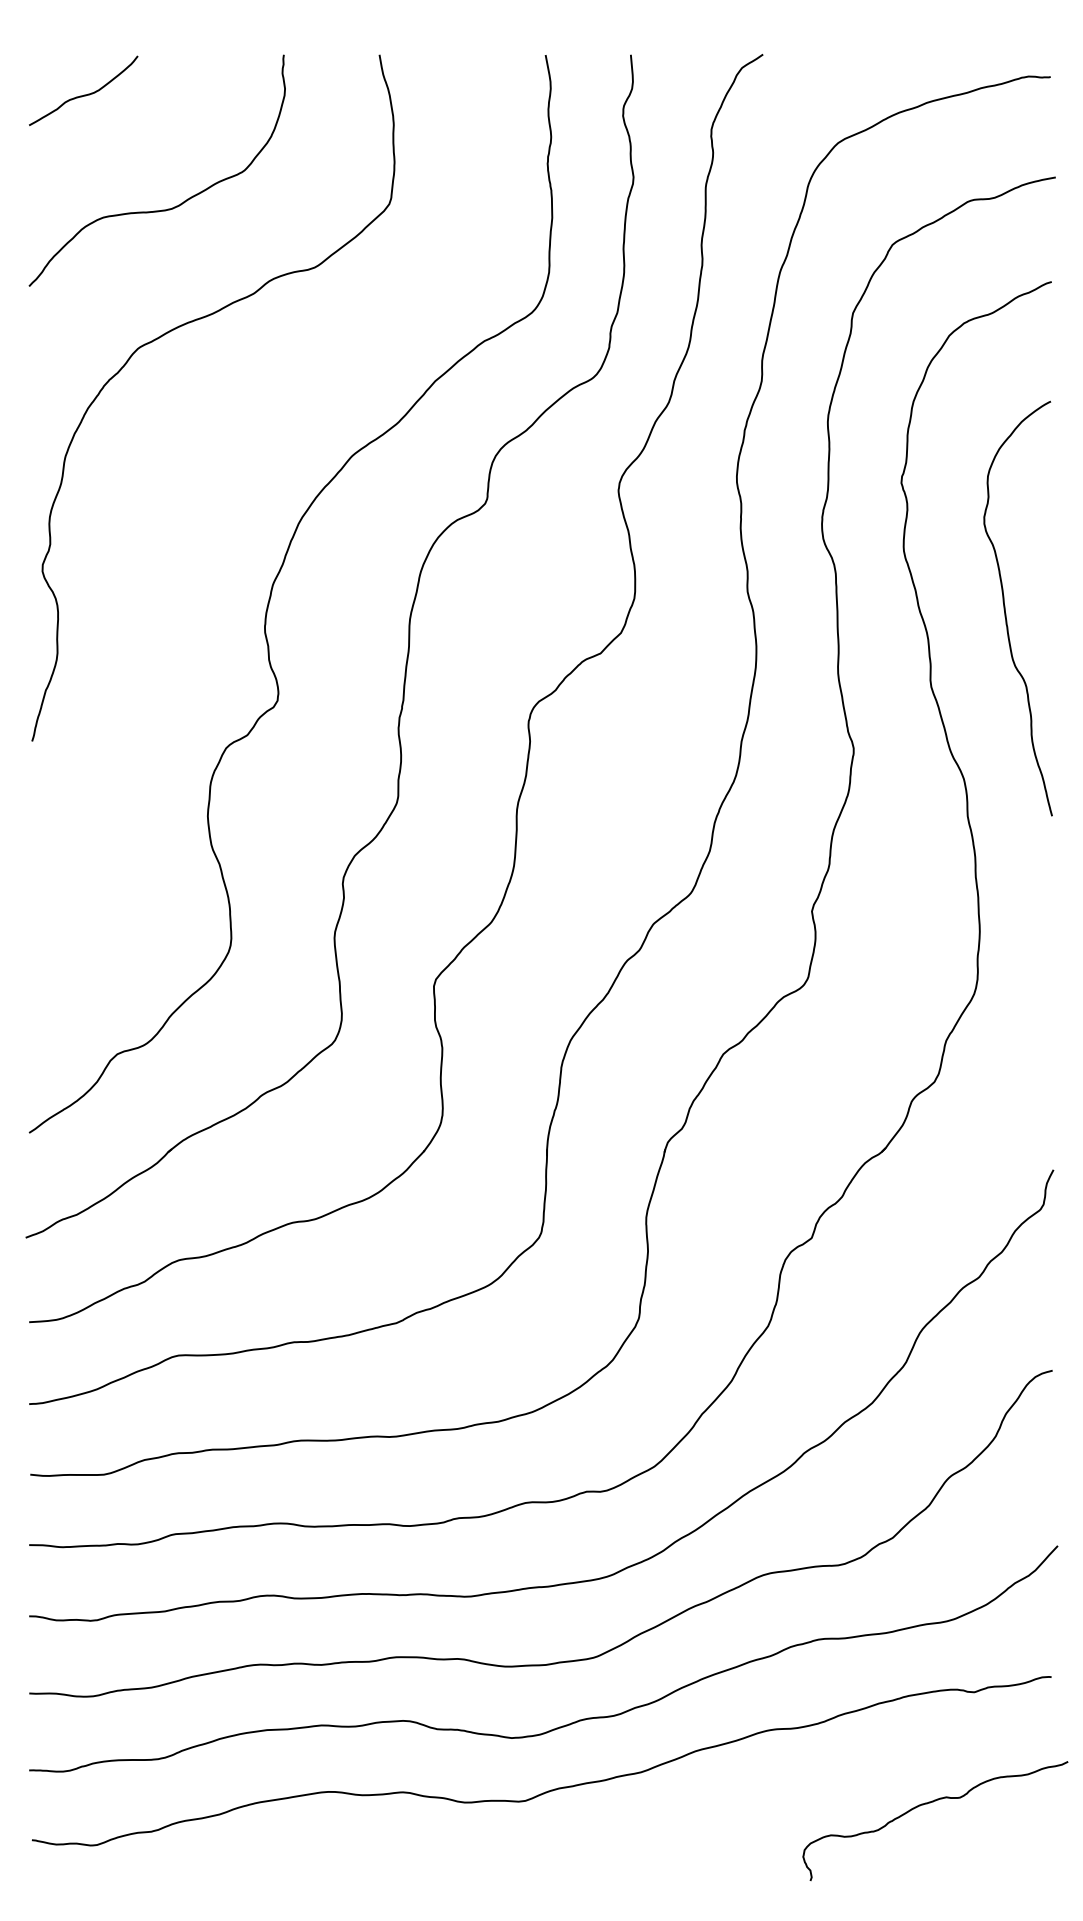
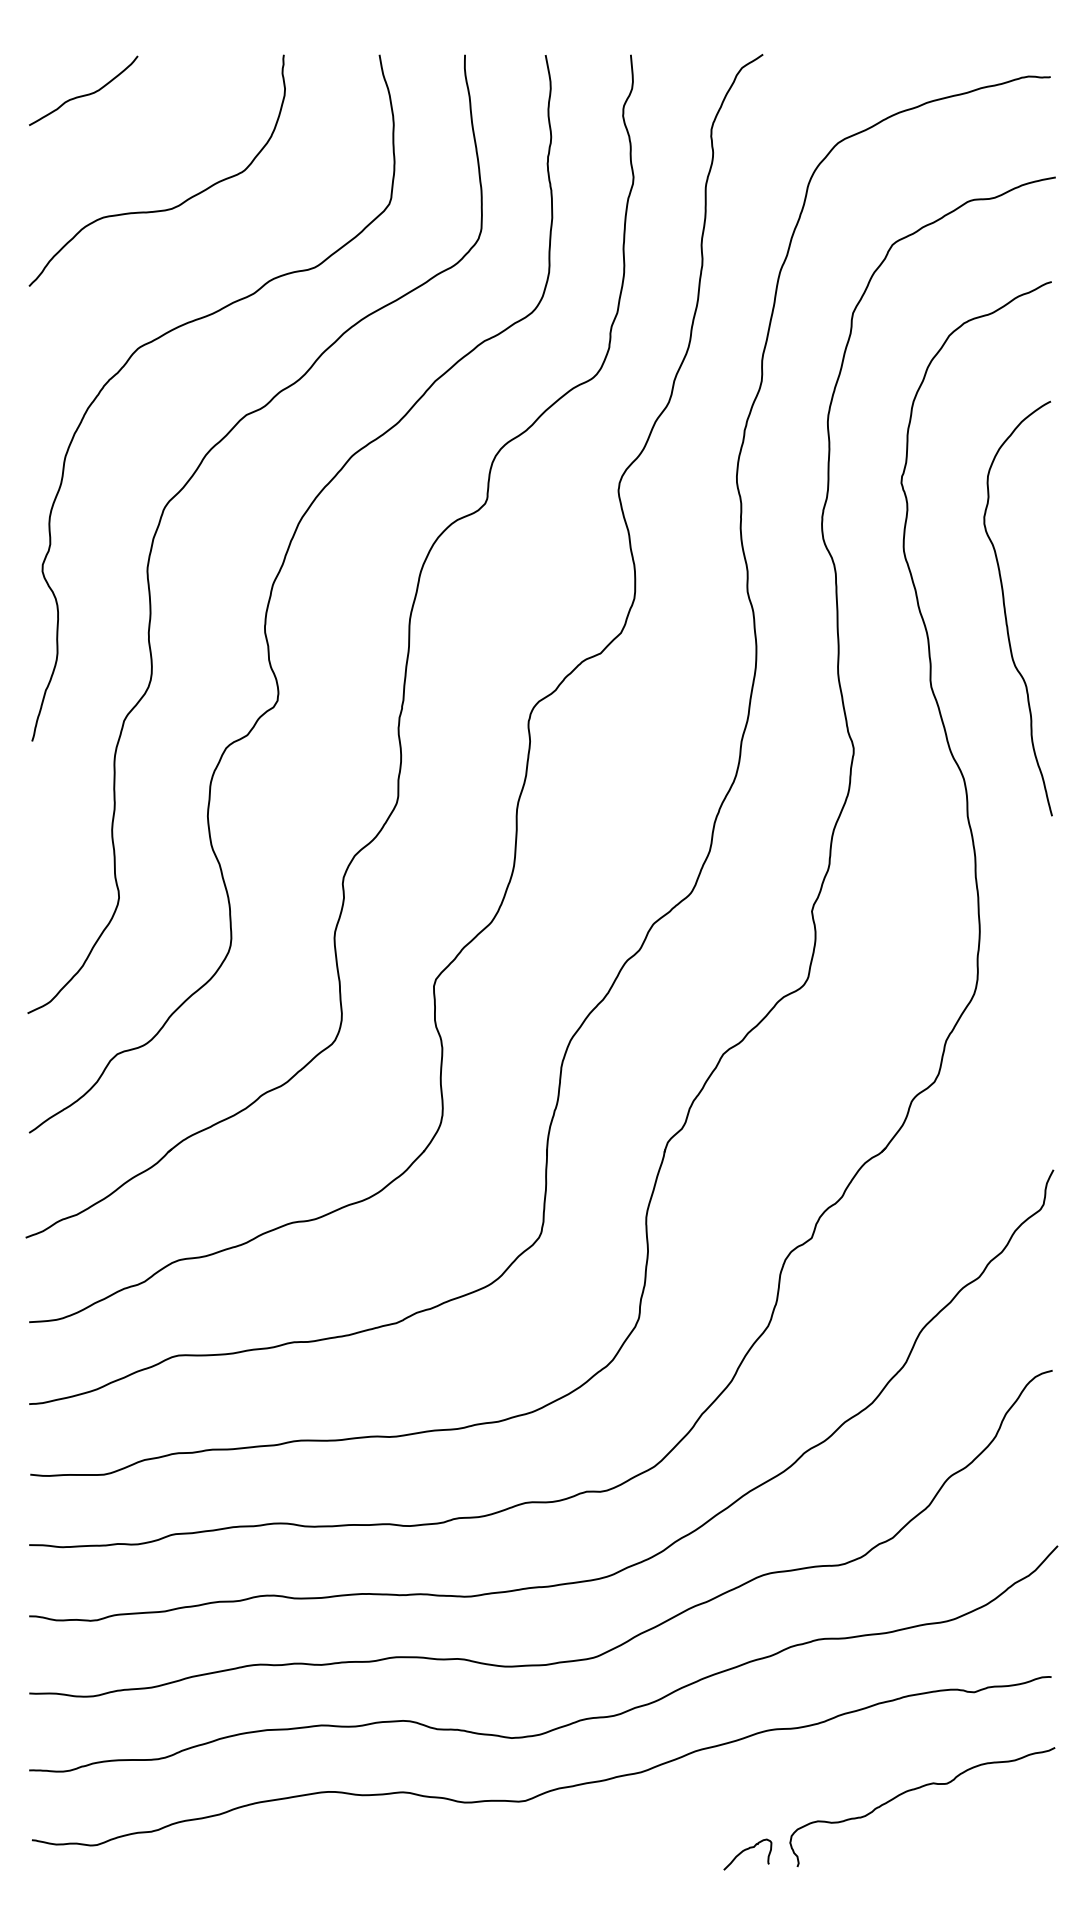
curve at (190, 480): none -> present
curve at (930, 1803) position: (930, 1803) -> (917, 1789)
curve at (746, 1850): none -> present
